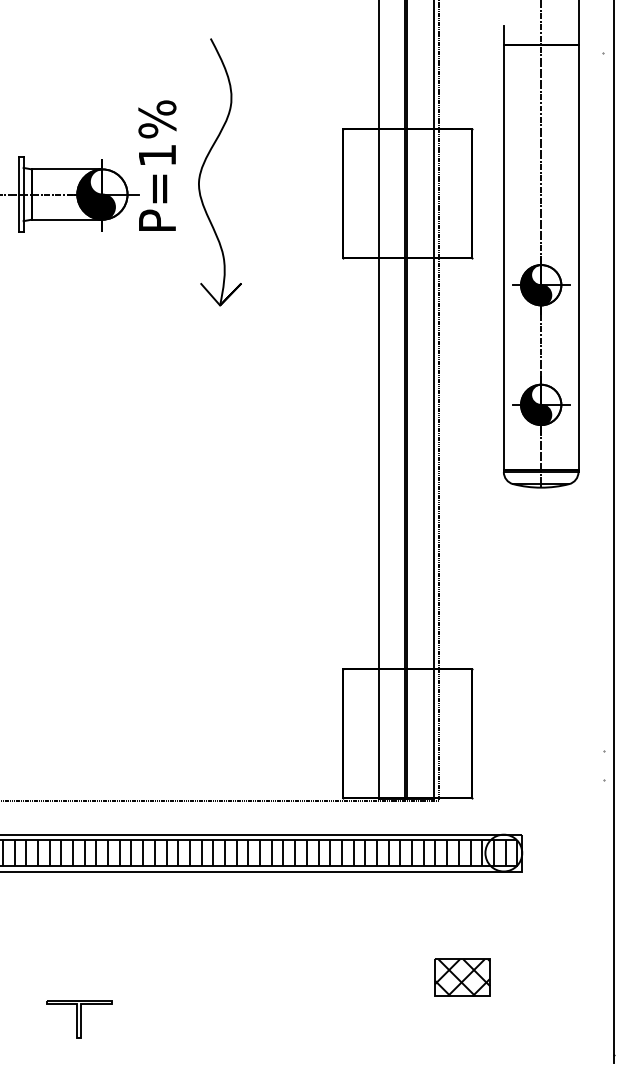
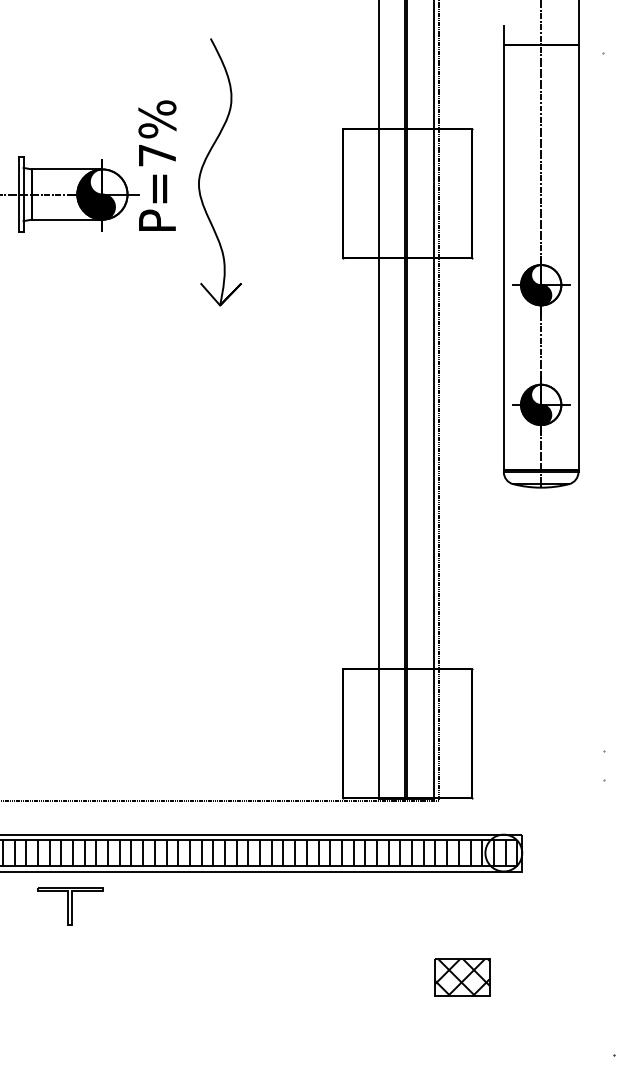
text at (157, 155): P=1% -> P=7%
line at (614, 532): present -> none
part at (79, 1019) position: (79, 1019) -> (70, 906)
